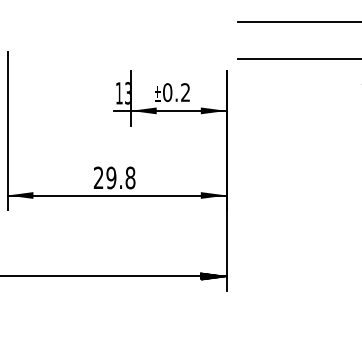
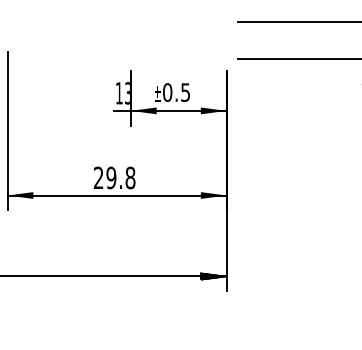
text at (185, 92): 0.2 -> 0.5
